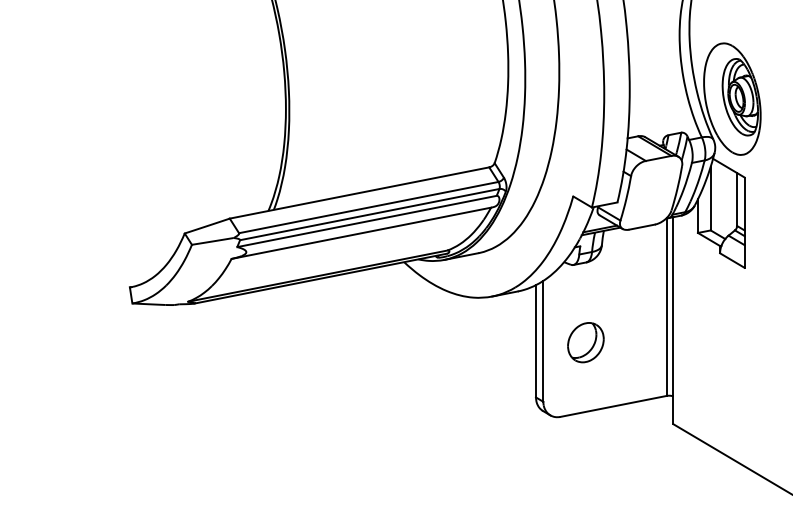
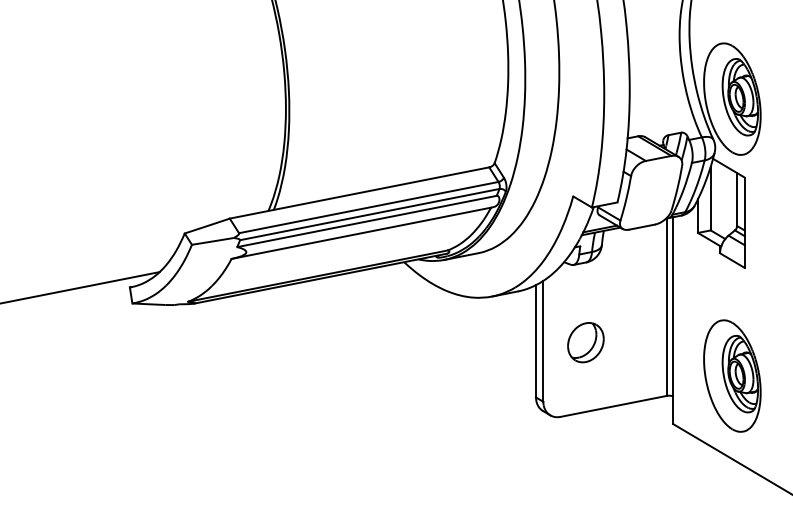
line at (80, 287): none -> present
part at (732, 375): none -> present
